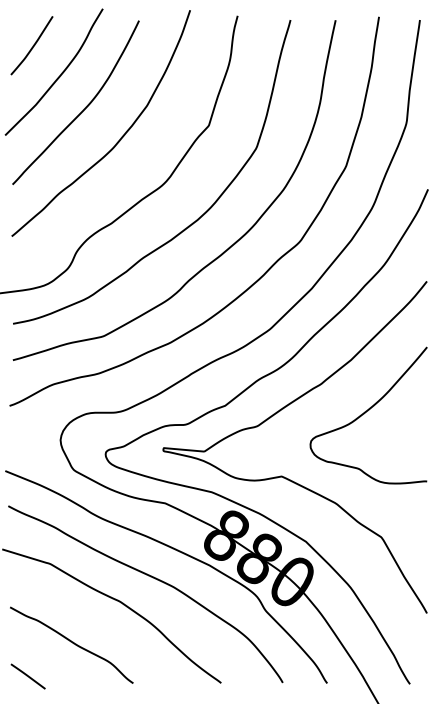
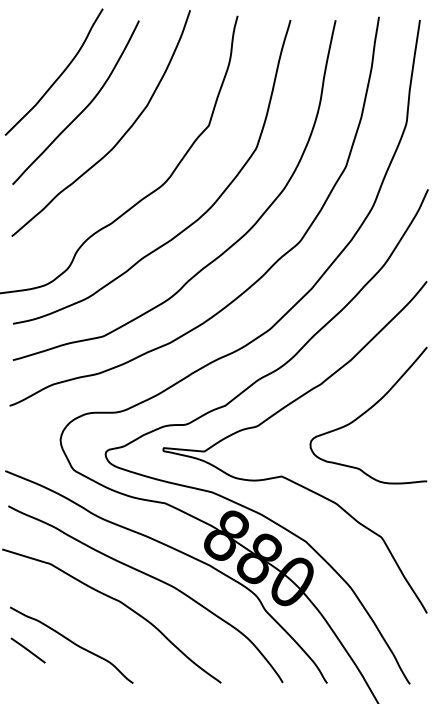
curve at (32, 46): present -> none
line at (27, 676) position: (27, 676) -> (27, 650)
